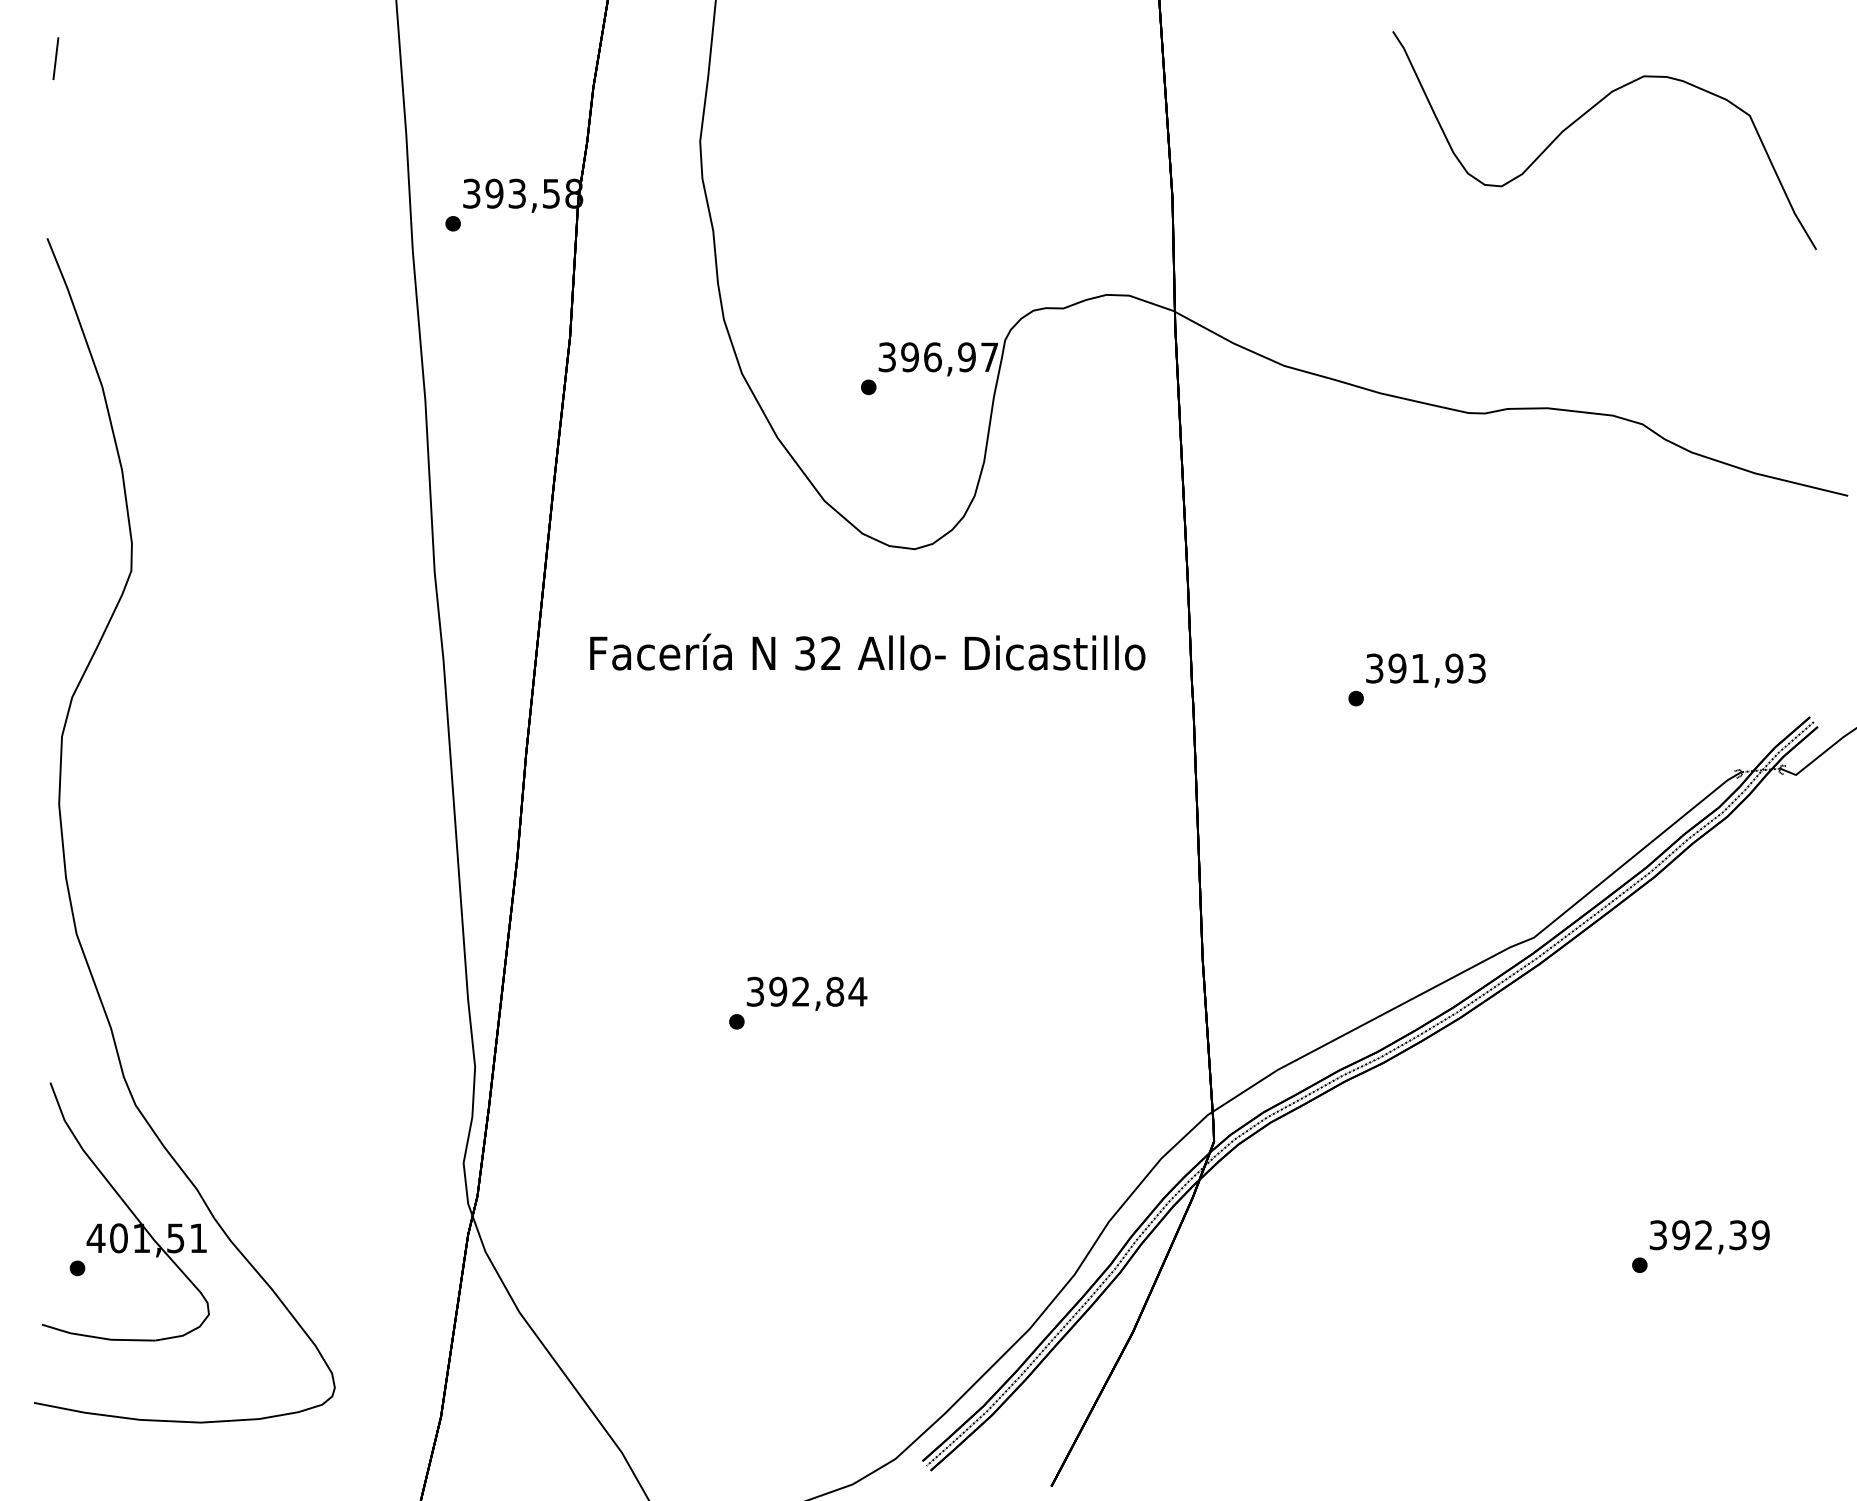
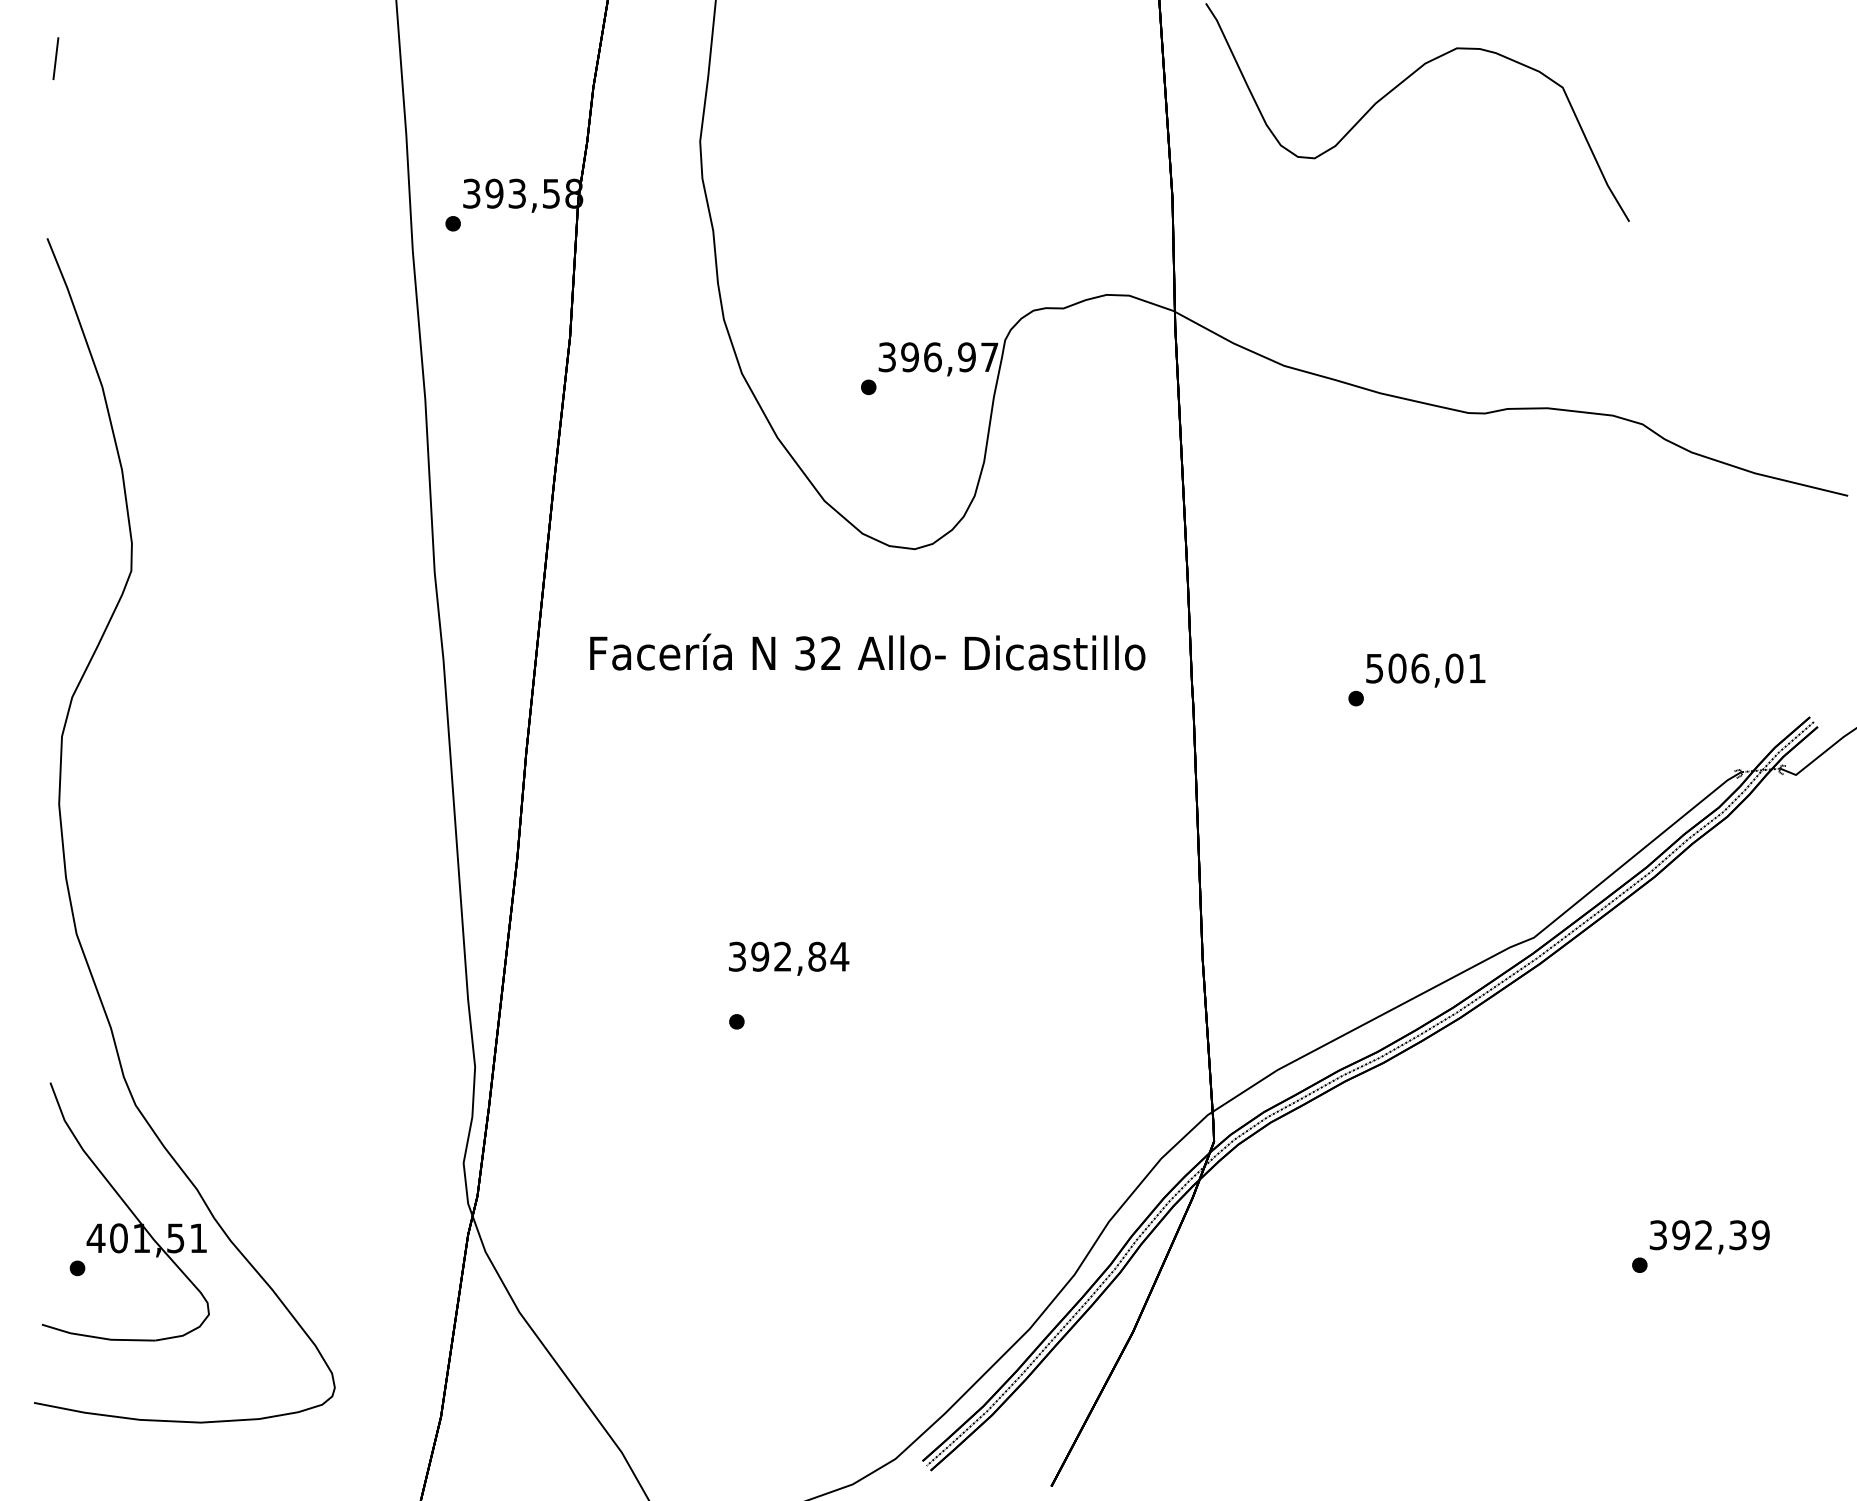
part at (1584, 115) position: (1584, 115) -> (1397, 87)
text at (1425, 668): 391,93 -> 506,01
text at (807, 993) position: (807, 993) -> (789, 958)
